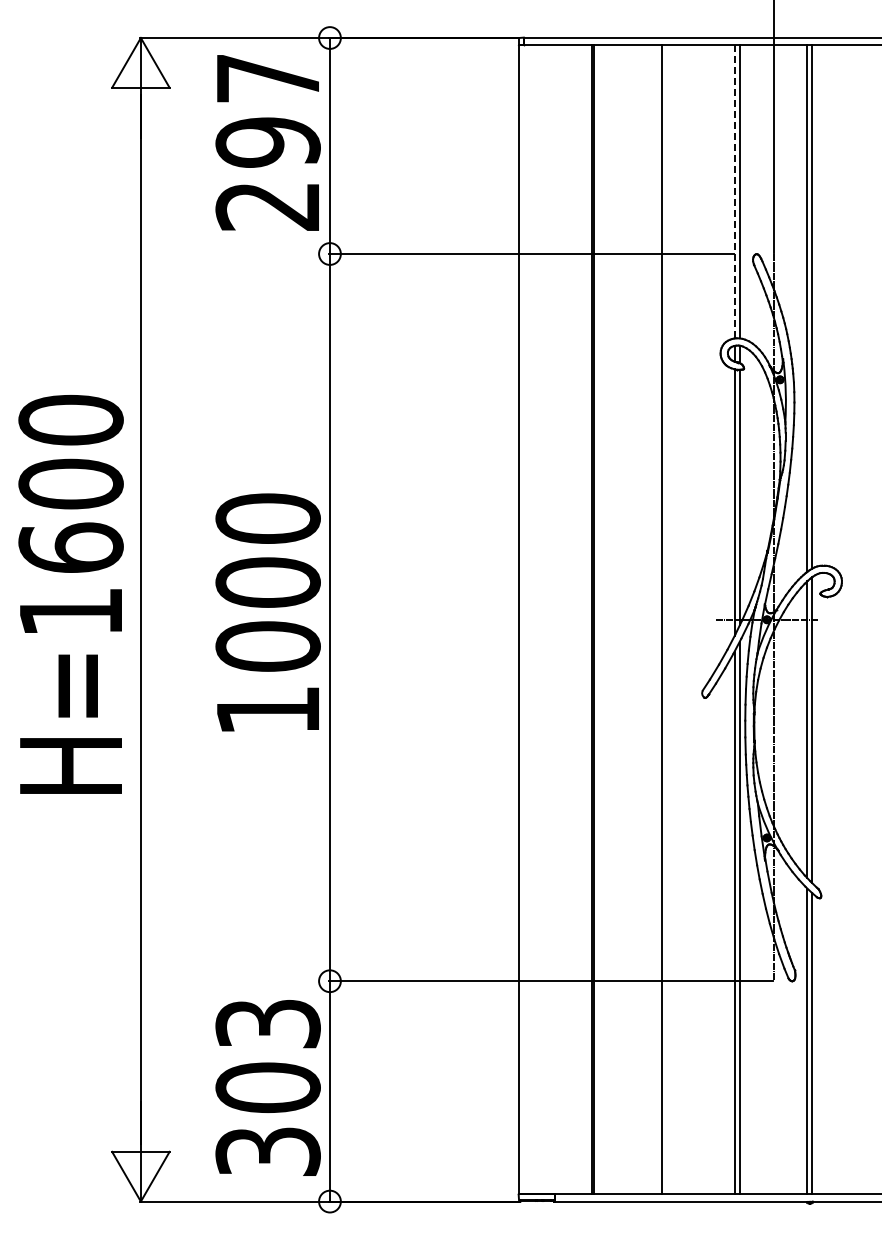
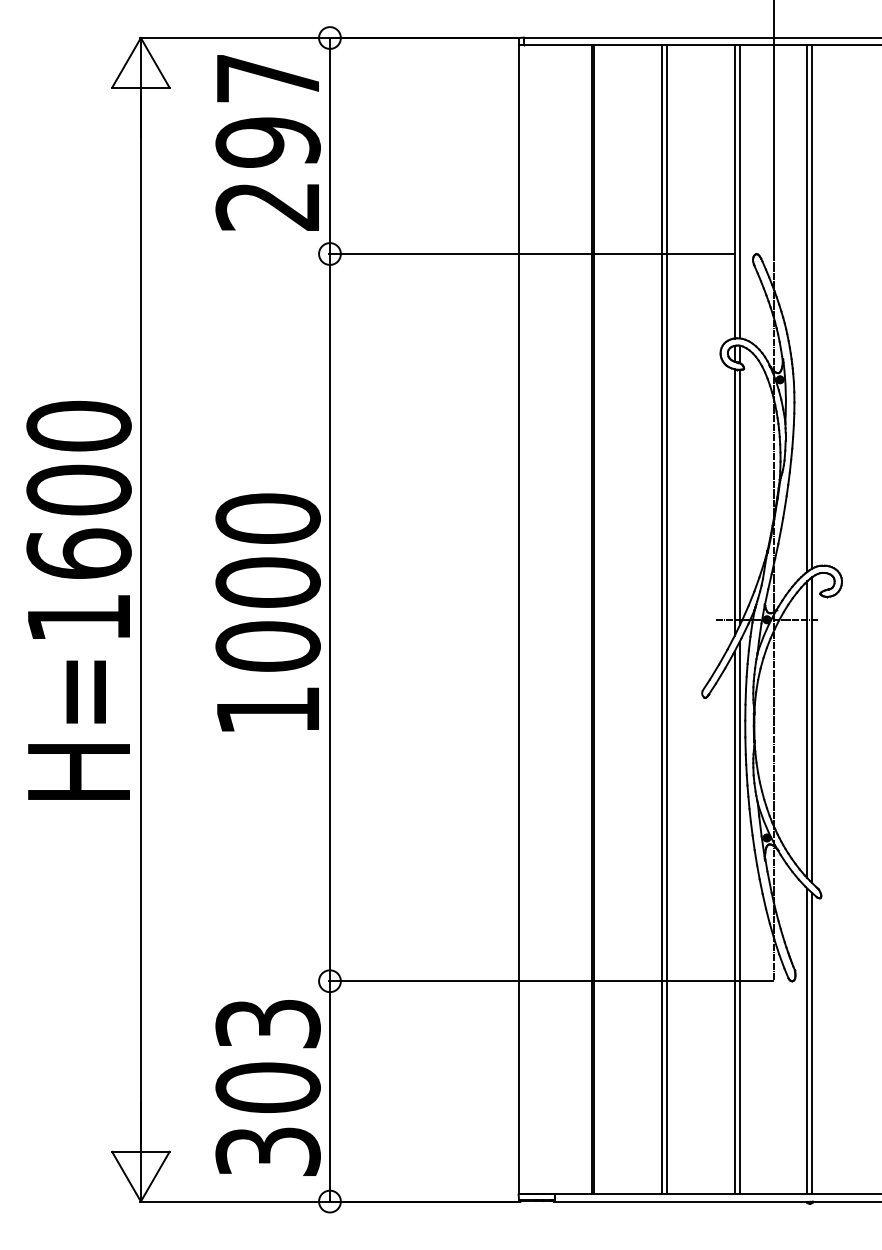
line at (734, 191): dashed -> solid
text at (70, 594) position: (70, 594) -> (78, 600)
line at (667, 619): none -> present
